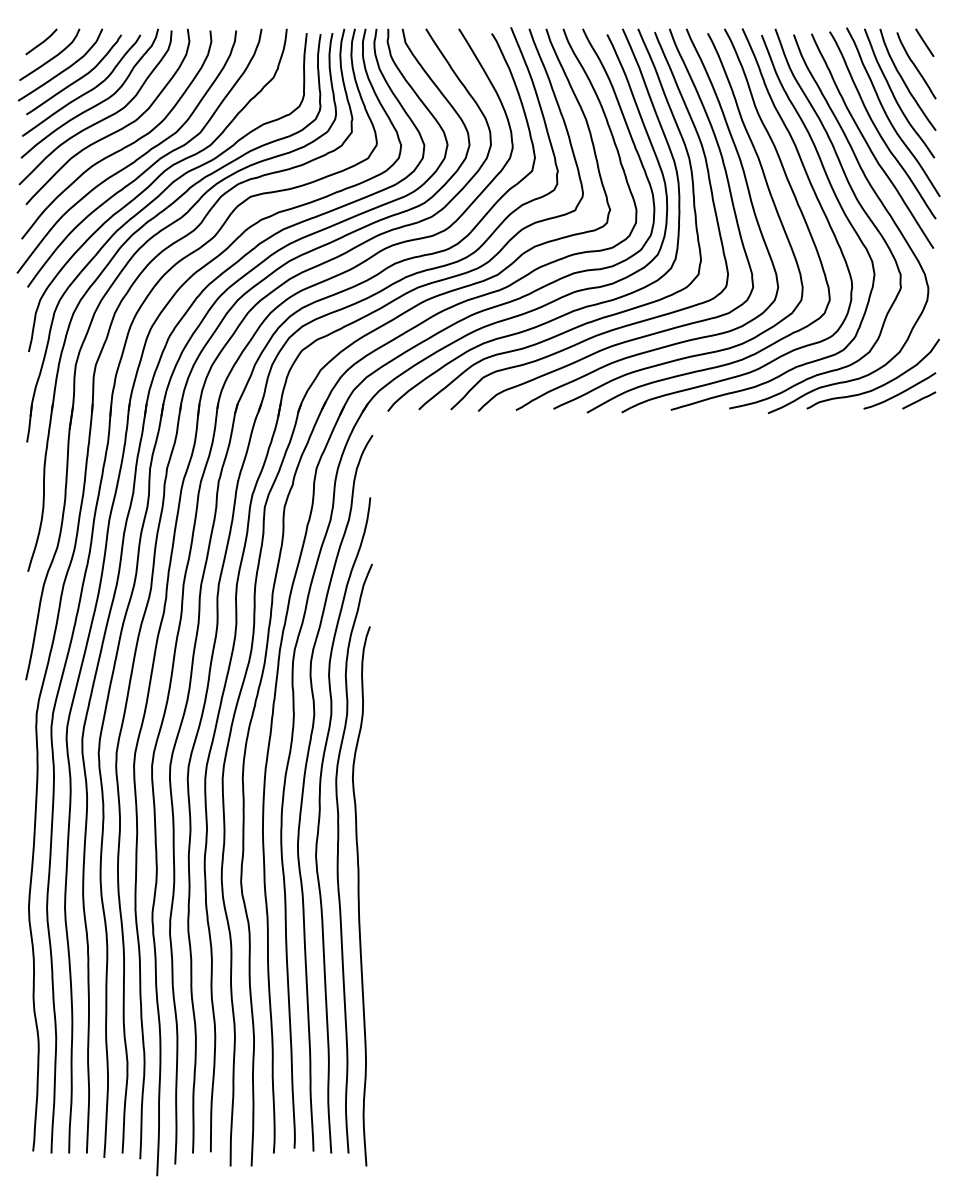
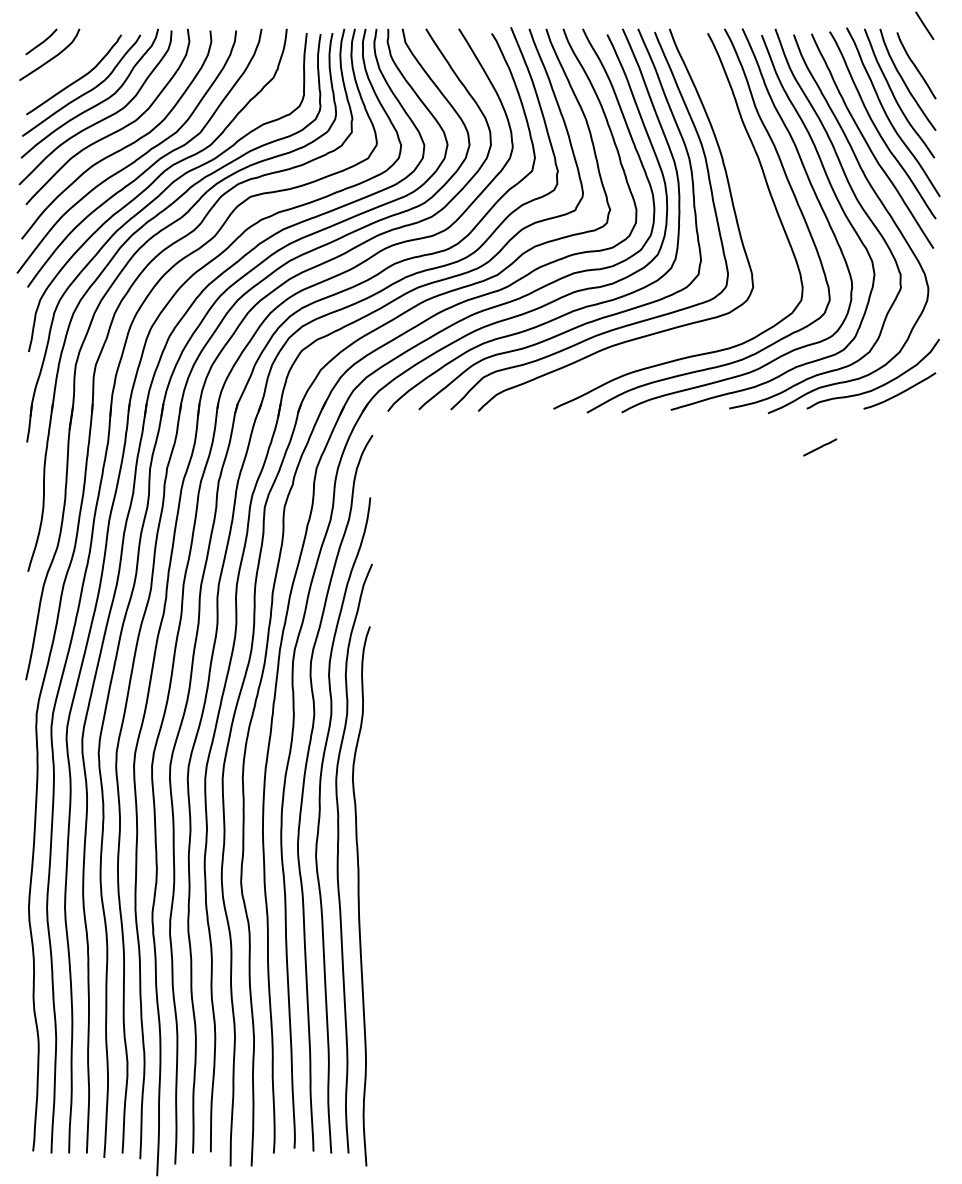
line at (924, 42) position: (924, 42) -> (924, 25)
curve at (62, 70): present -> none
curve at (749, 199): present -> none
line at (919, 400) position: (919, 400) -> (820, 447)
